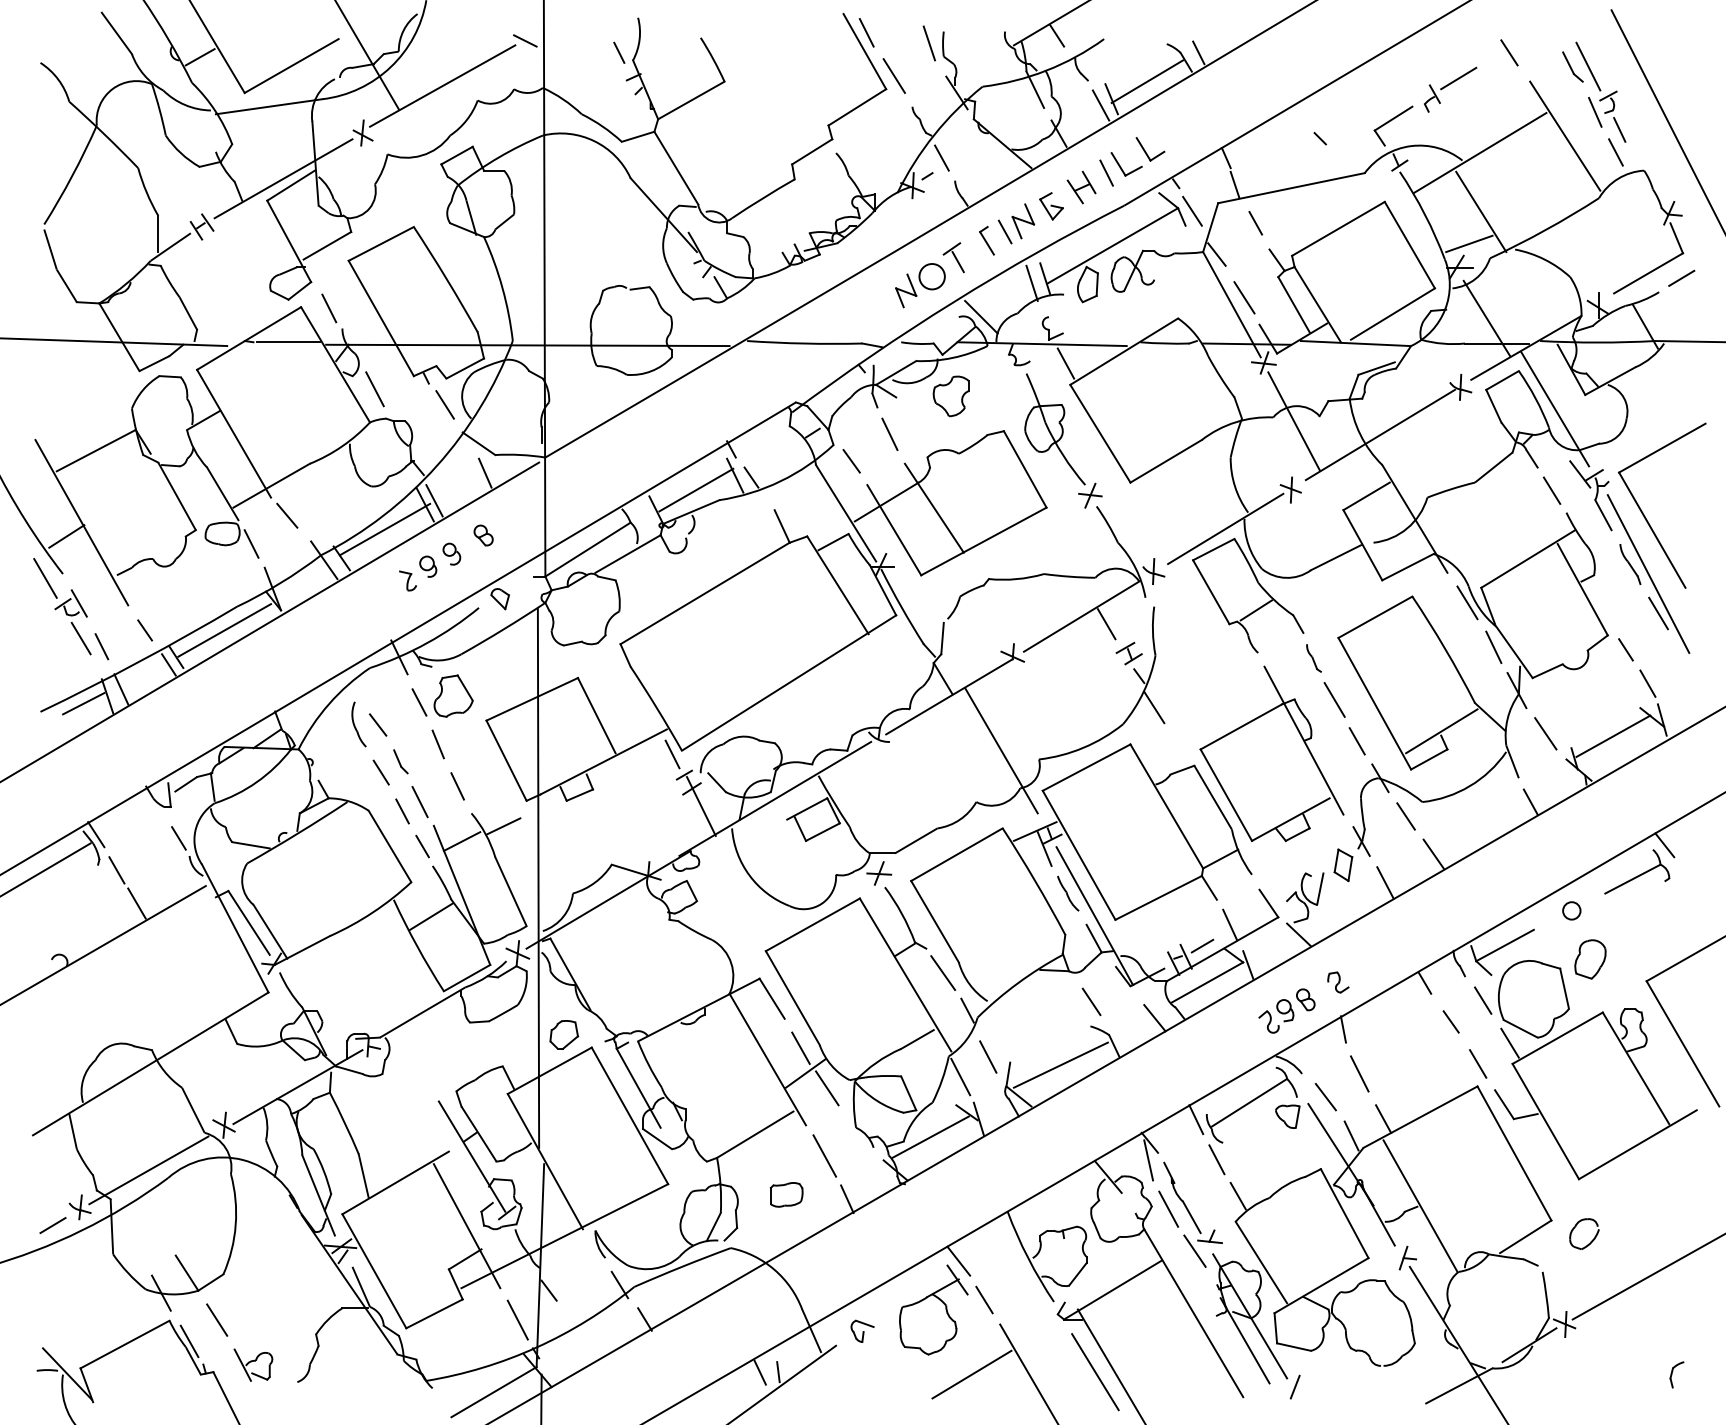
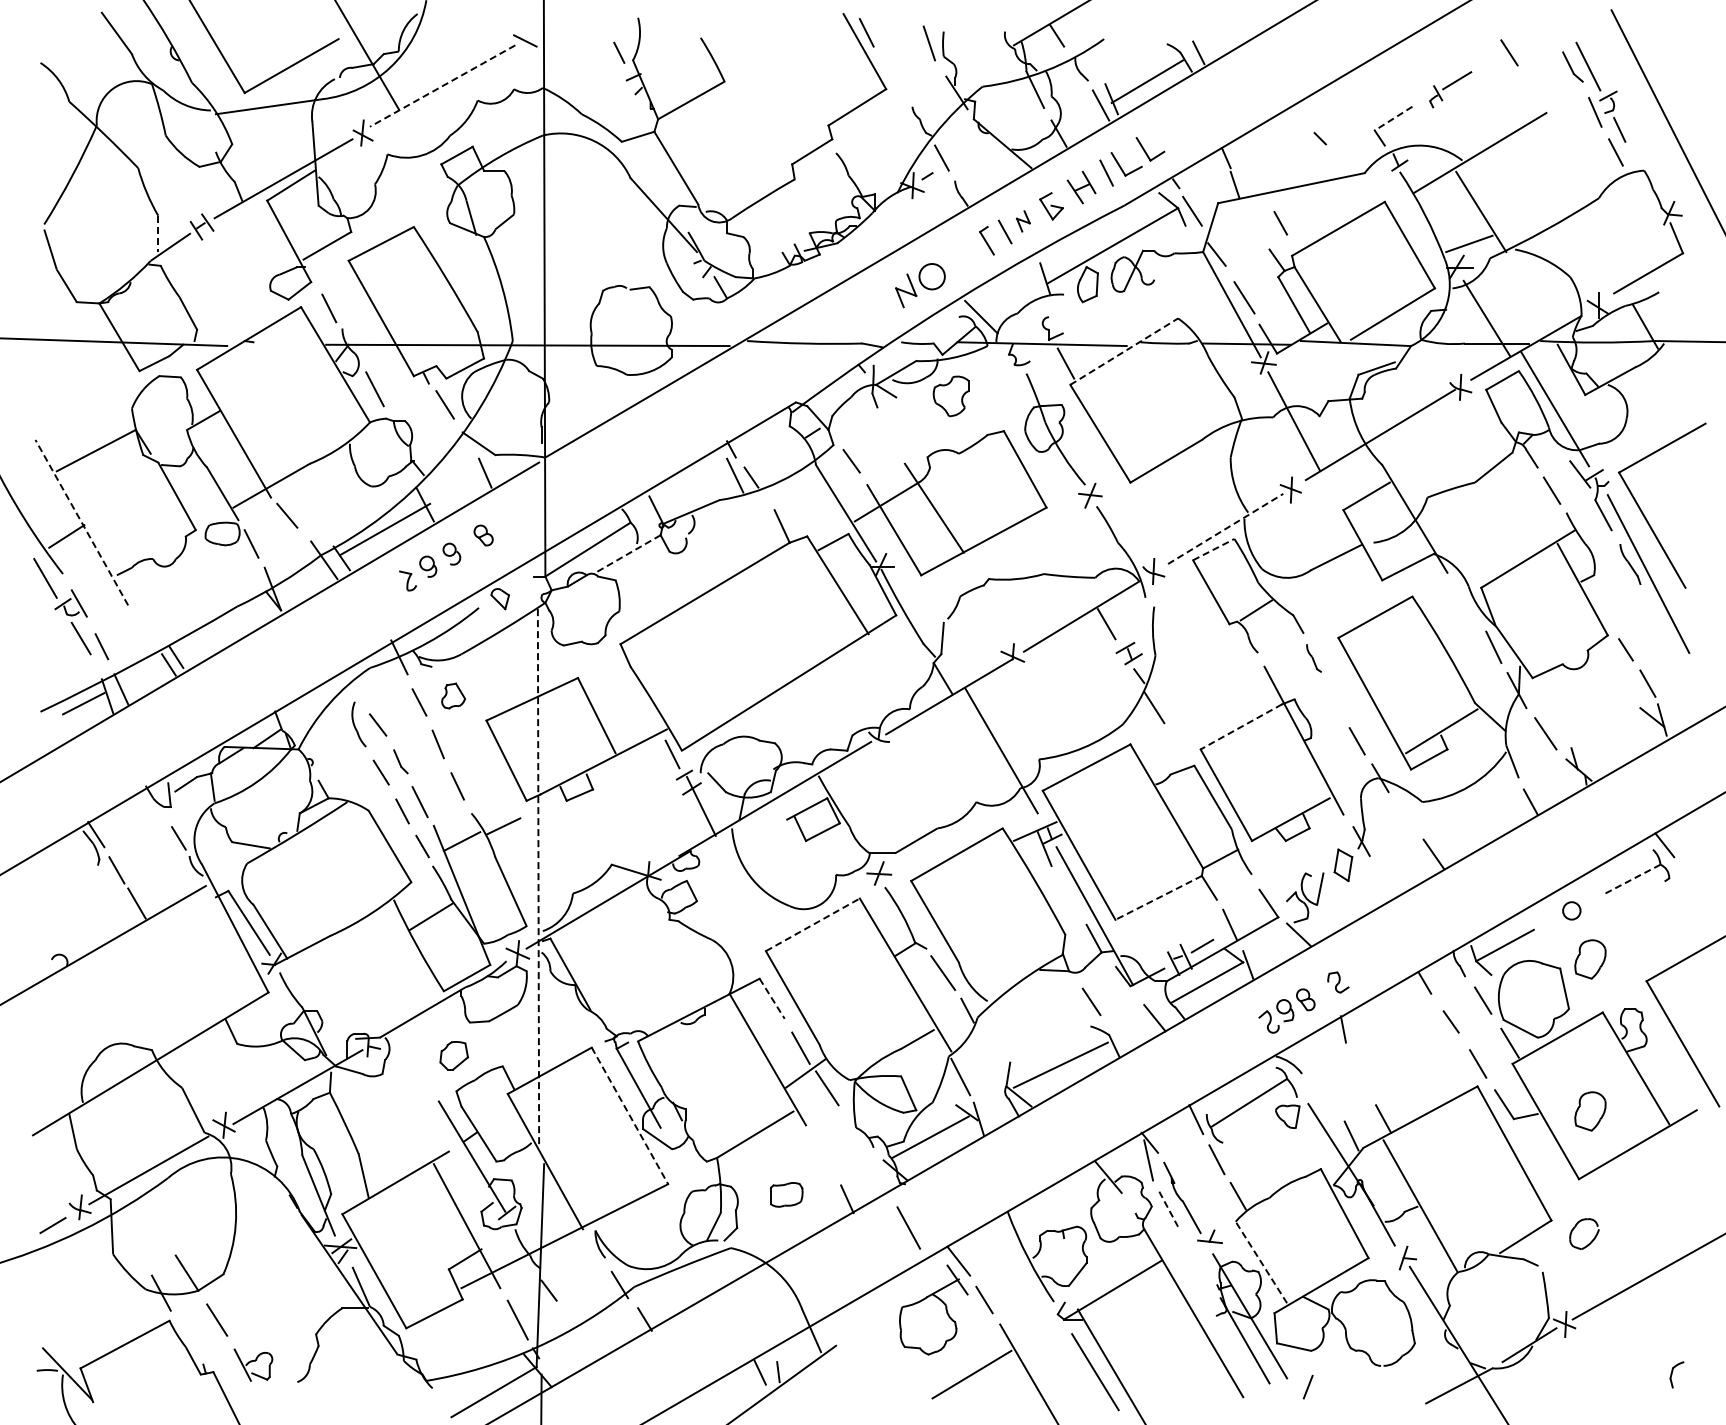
line at (199, 57): present -> none
line at (893, 75): present -> none
line at (442, 86): solid -> dashed
part at (1450, 89) size: 54x47 px -> 44x38 px
line at (1393, 118): solid -> dashed
line at (1565, 135): present -> none
part at (1023, 221) size: 25x37 px -> 15x23 px
line at (1255, 222) position: (1255, 222) -> (1280, 222)
line at (158, 234): solid -> dashed
part at (953, 257): present -> none
line at (1681, 277): present -> none
line at (1031, 282): present -> none
line at (288, 342): present -> none
line at (1124, 351): solid -> dashed
line at (889, 434): present -> none
line at (696, 489): present -> none
line at (434, 500): present -> none
line at (81, 522): solid -> dashed
line at (1226, 528): solid -> dashed
line at (1214, 549): solid -> dashed
line at (628, 554): solid -> dashed
line at (1467, 602): present -> none
line at (1658, 613): present -> none
line at (145, 630): present -> none
line at (224, 630): present -> none
part at (453, 695) size: 41x44 px -> 25x28 px
line at (1334, 699): present -> none
line at (1241, 726): solid -> dashed
line at (1613, 735): present -> none
line at (1405, 816): present -> none
line at (46, 869): present -> none
line at (538, 879): solid -> dashed
line at (1632, 879): solid -> dashed
line at (1385, 882): present -> none
part at (1068, 893): present -> none
line at (1158, 898): solid -> dashed
line at (812, 924): solid -> dashed
line at (772, 998): solid -> dashed
part at (564, 1034) position: (564, 1034) -> (454, 1055)
line at (988, 1056): present -> none
line at (1359, 1073): present -> none
line at (1325, 1097): present -> none
part at (1590, 1111): none -> present
line at (630, 1116): solid -> dashed
line at (824, 1155) position: (824, 1155) -> (908, 1227)
line at (1168, 1209): solid -> dashed
line at (1194, 1250): present -> none
line at (1261, 1262): solid -> dashed
part at (862, 1330): present -> none
line at (189, 1341): present -> none
line at (1294, 1386) position: (1294, 1386) -> (1307, 1386)
